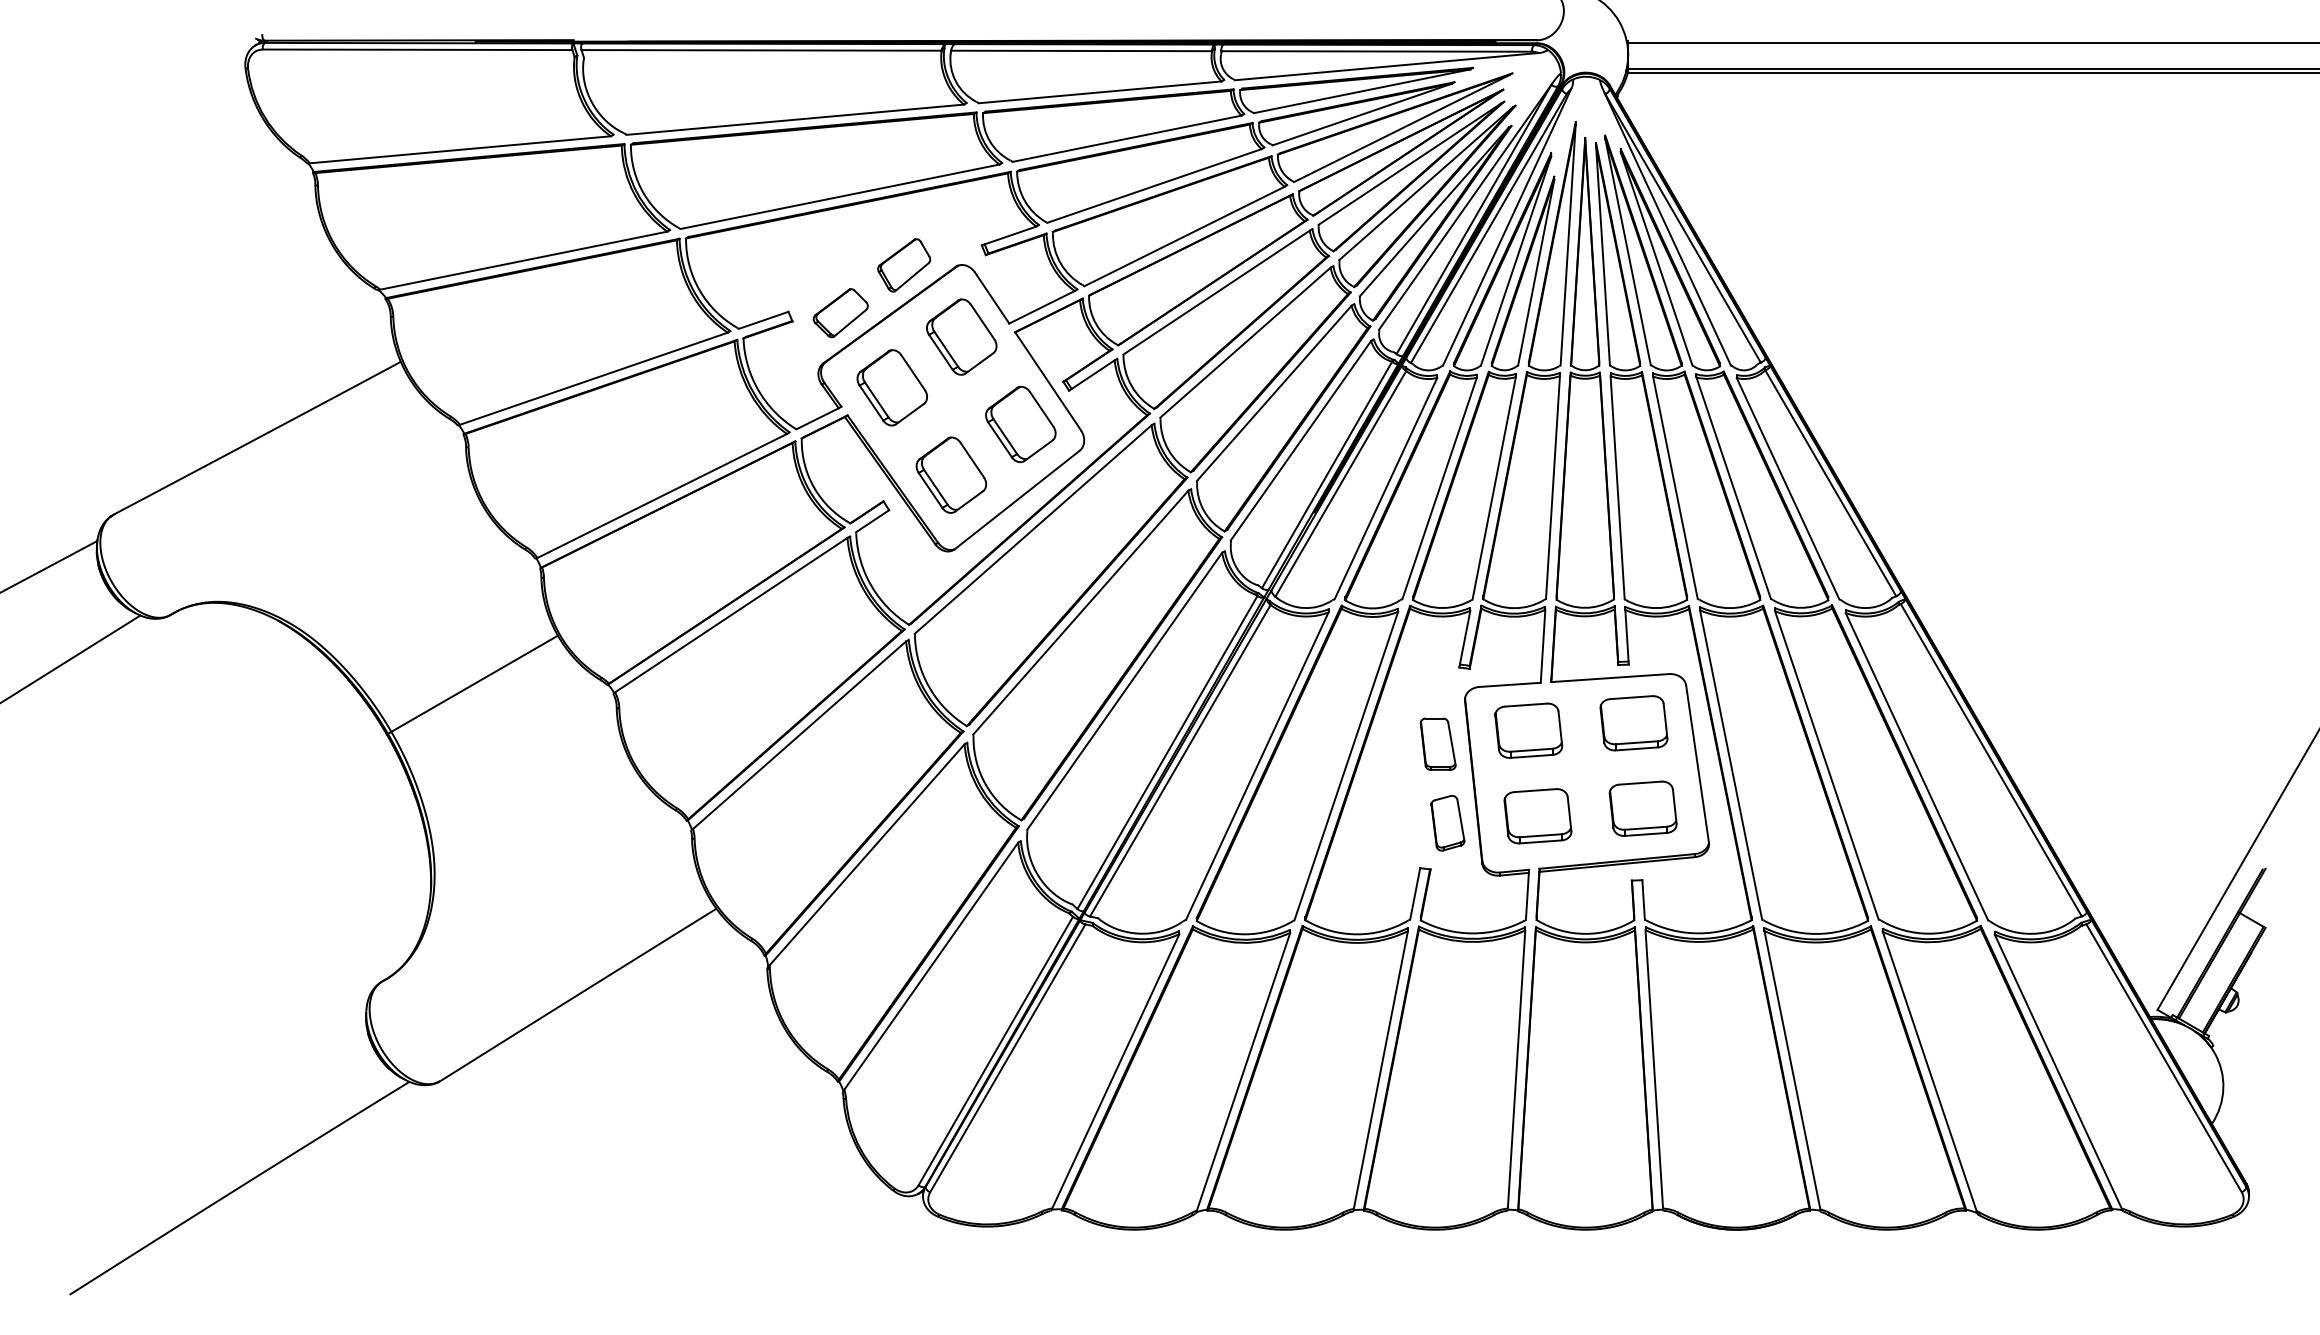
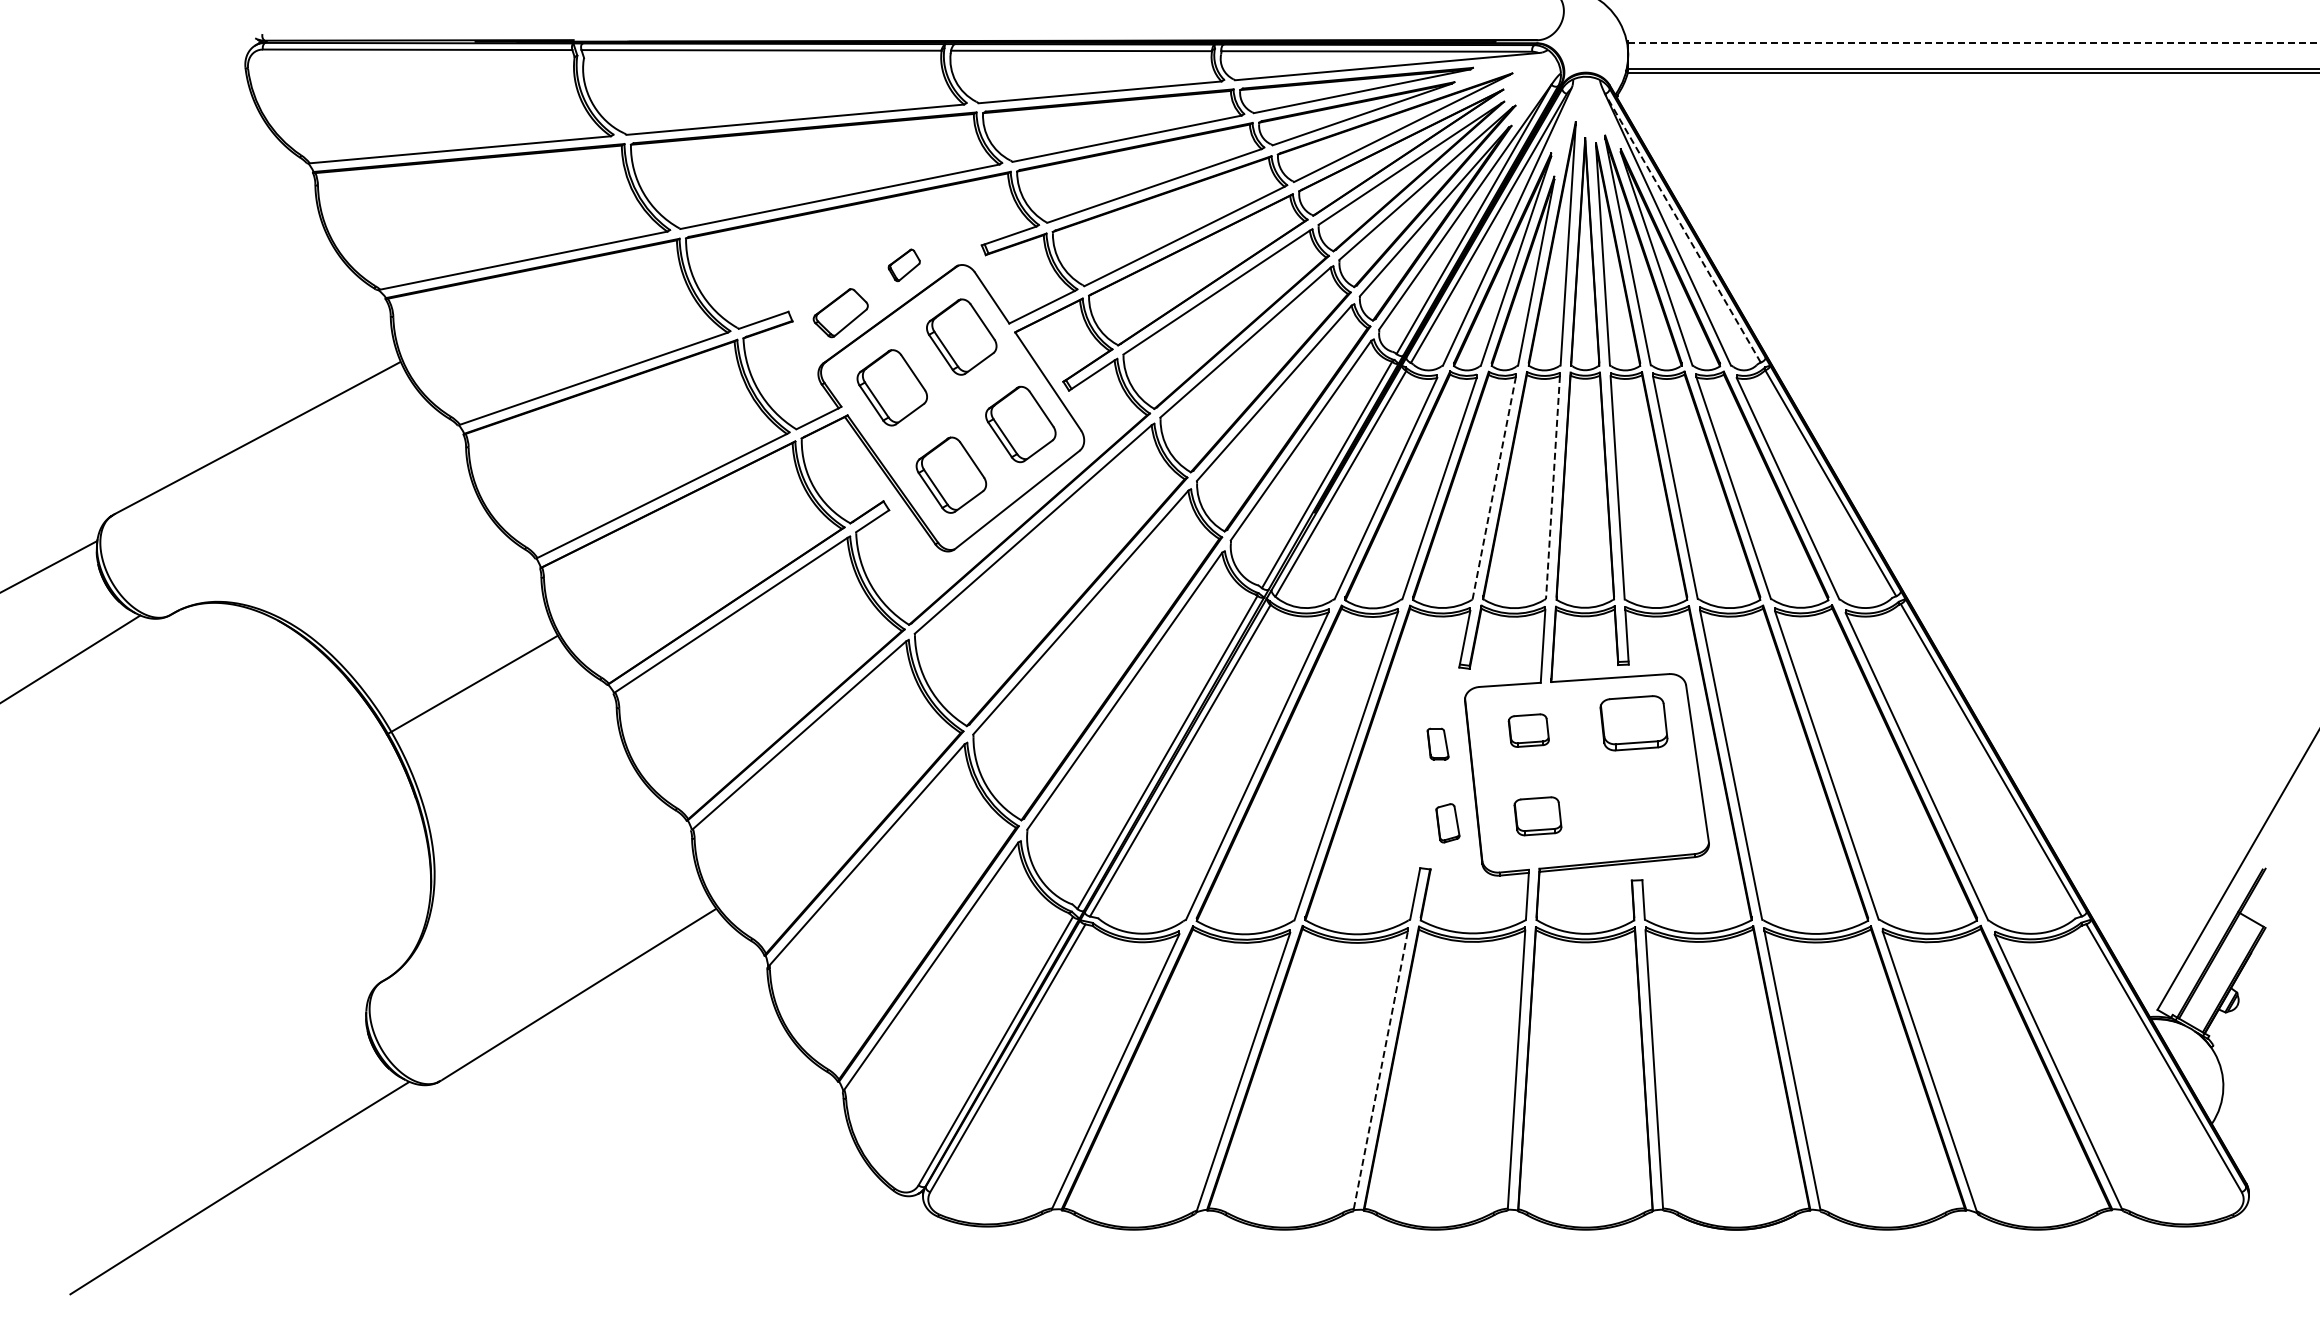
line at (1974, 43): solid -> dashed
line at (1682, 227): solid -> dashed
part at (904, 265) size: 55x55 px -> 34x35 px
line at (1494, 487): solid -> dashed
line at (1552, 487): solid -> dashed
part at (1528, 730) size: 70x57 px -> 43x35 px
part at (1437, 743) size: 38x54 px -> 24x34 px
part at (1642, 808): present -> none
part at (1537, 816) size: 70x57 px -> 50x41 px
part at (1447, 823) size: 36x57 px -> 26x41 px
line at (1380, 1070): solid -> dashed
